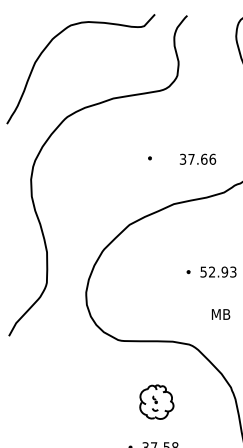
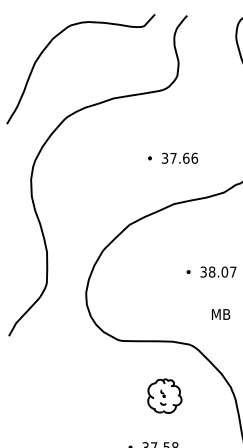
text at (197, 158) position: (197, 158) -> (179, 157)
text at (218, 271): 52.93 -> 38.07
part at (156, 401) position: (156, 401) -> (164, 395)
